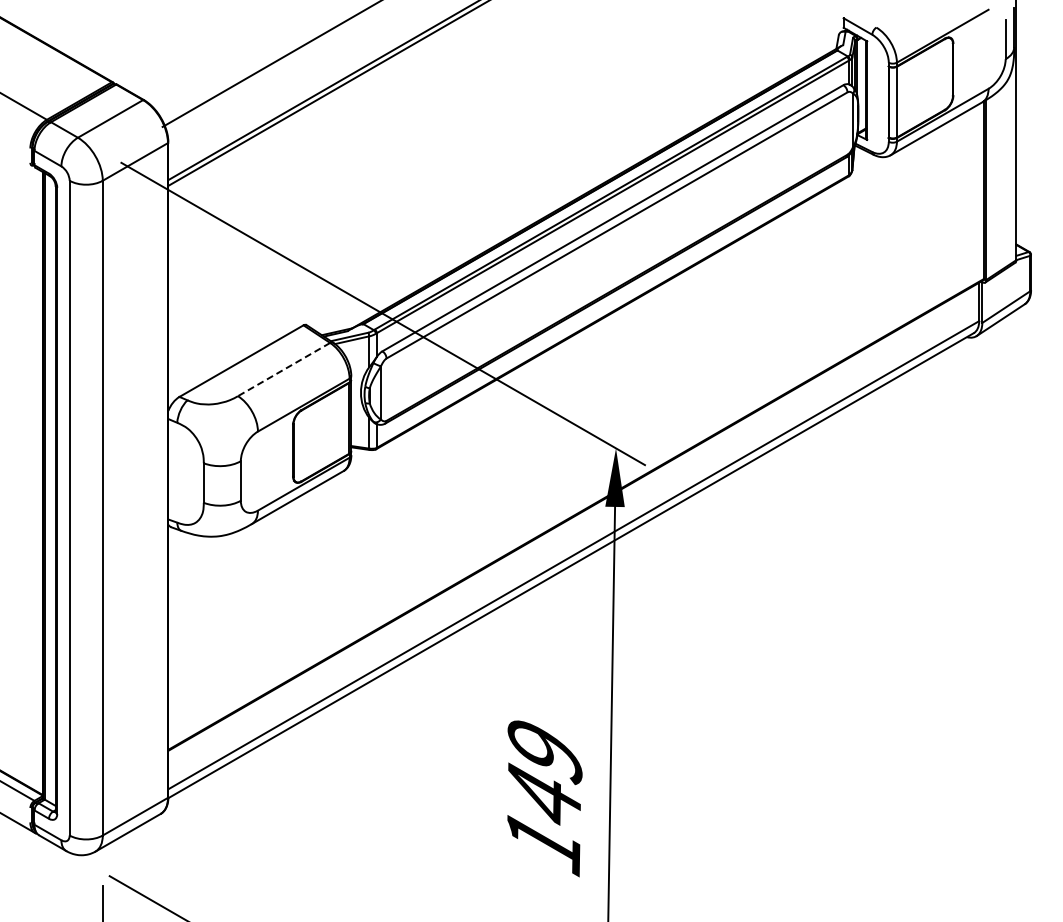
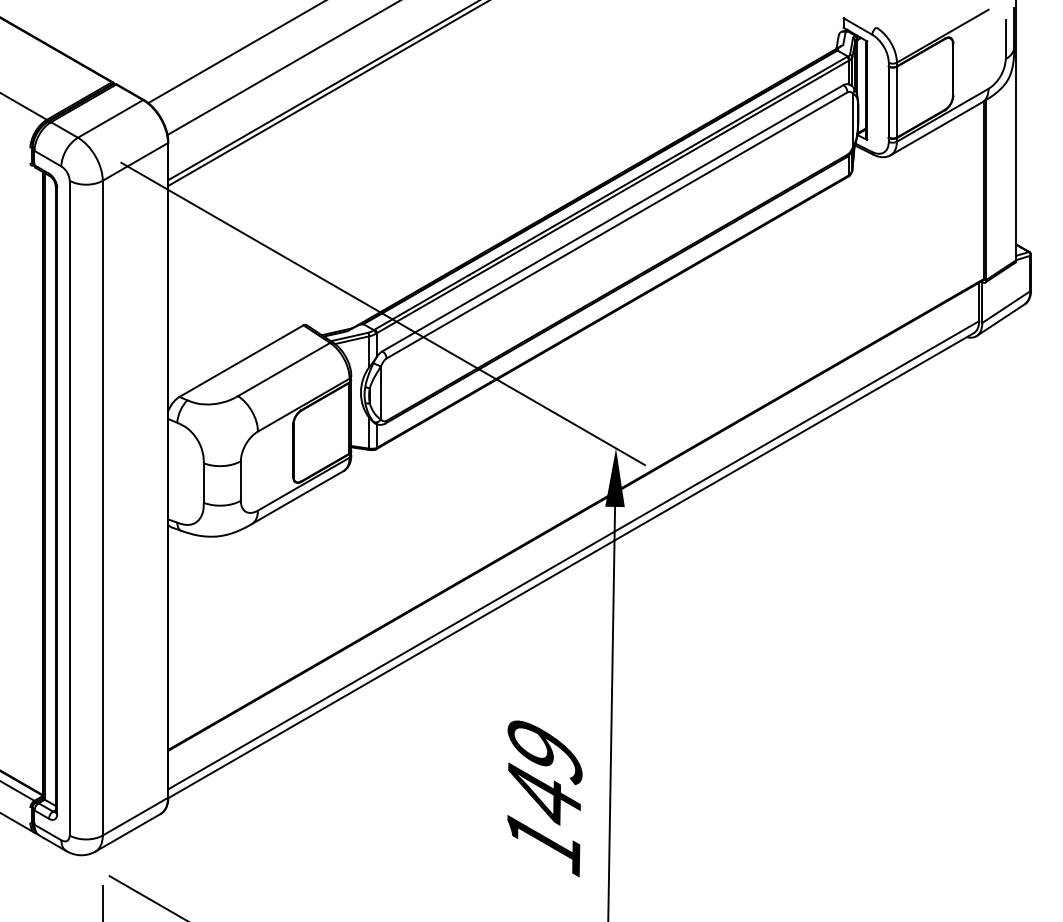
line at (235, 52): none -> present
line at (270, 64) position: (270, 64) -> (282, 68)
line at (283, 369): dashed -> solid
